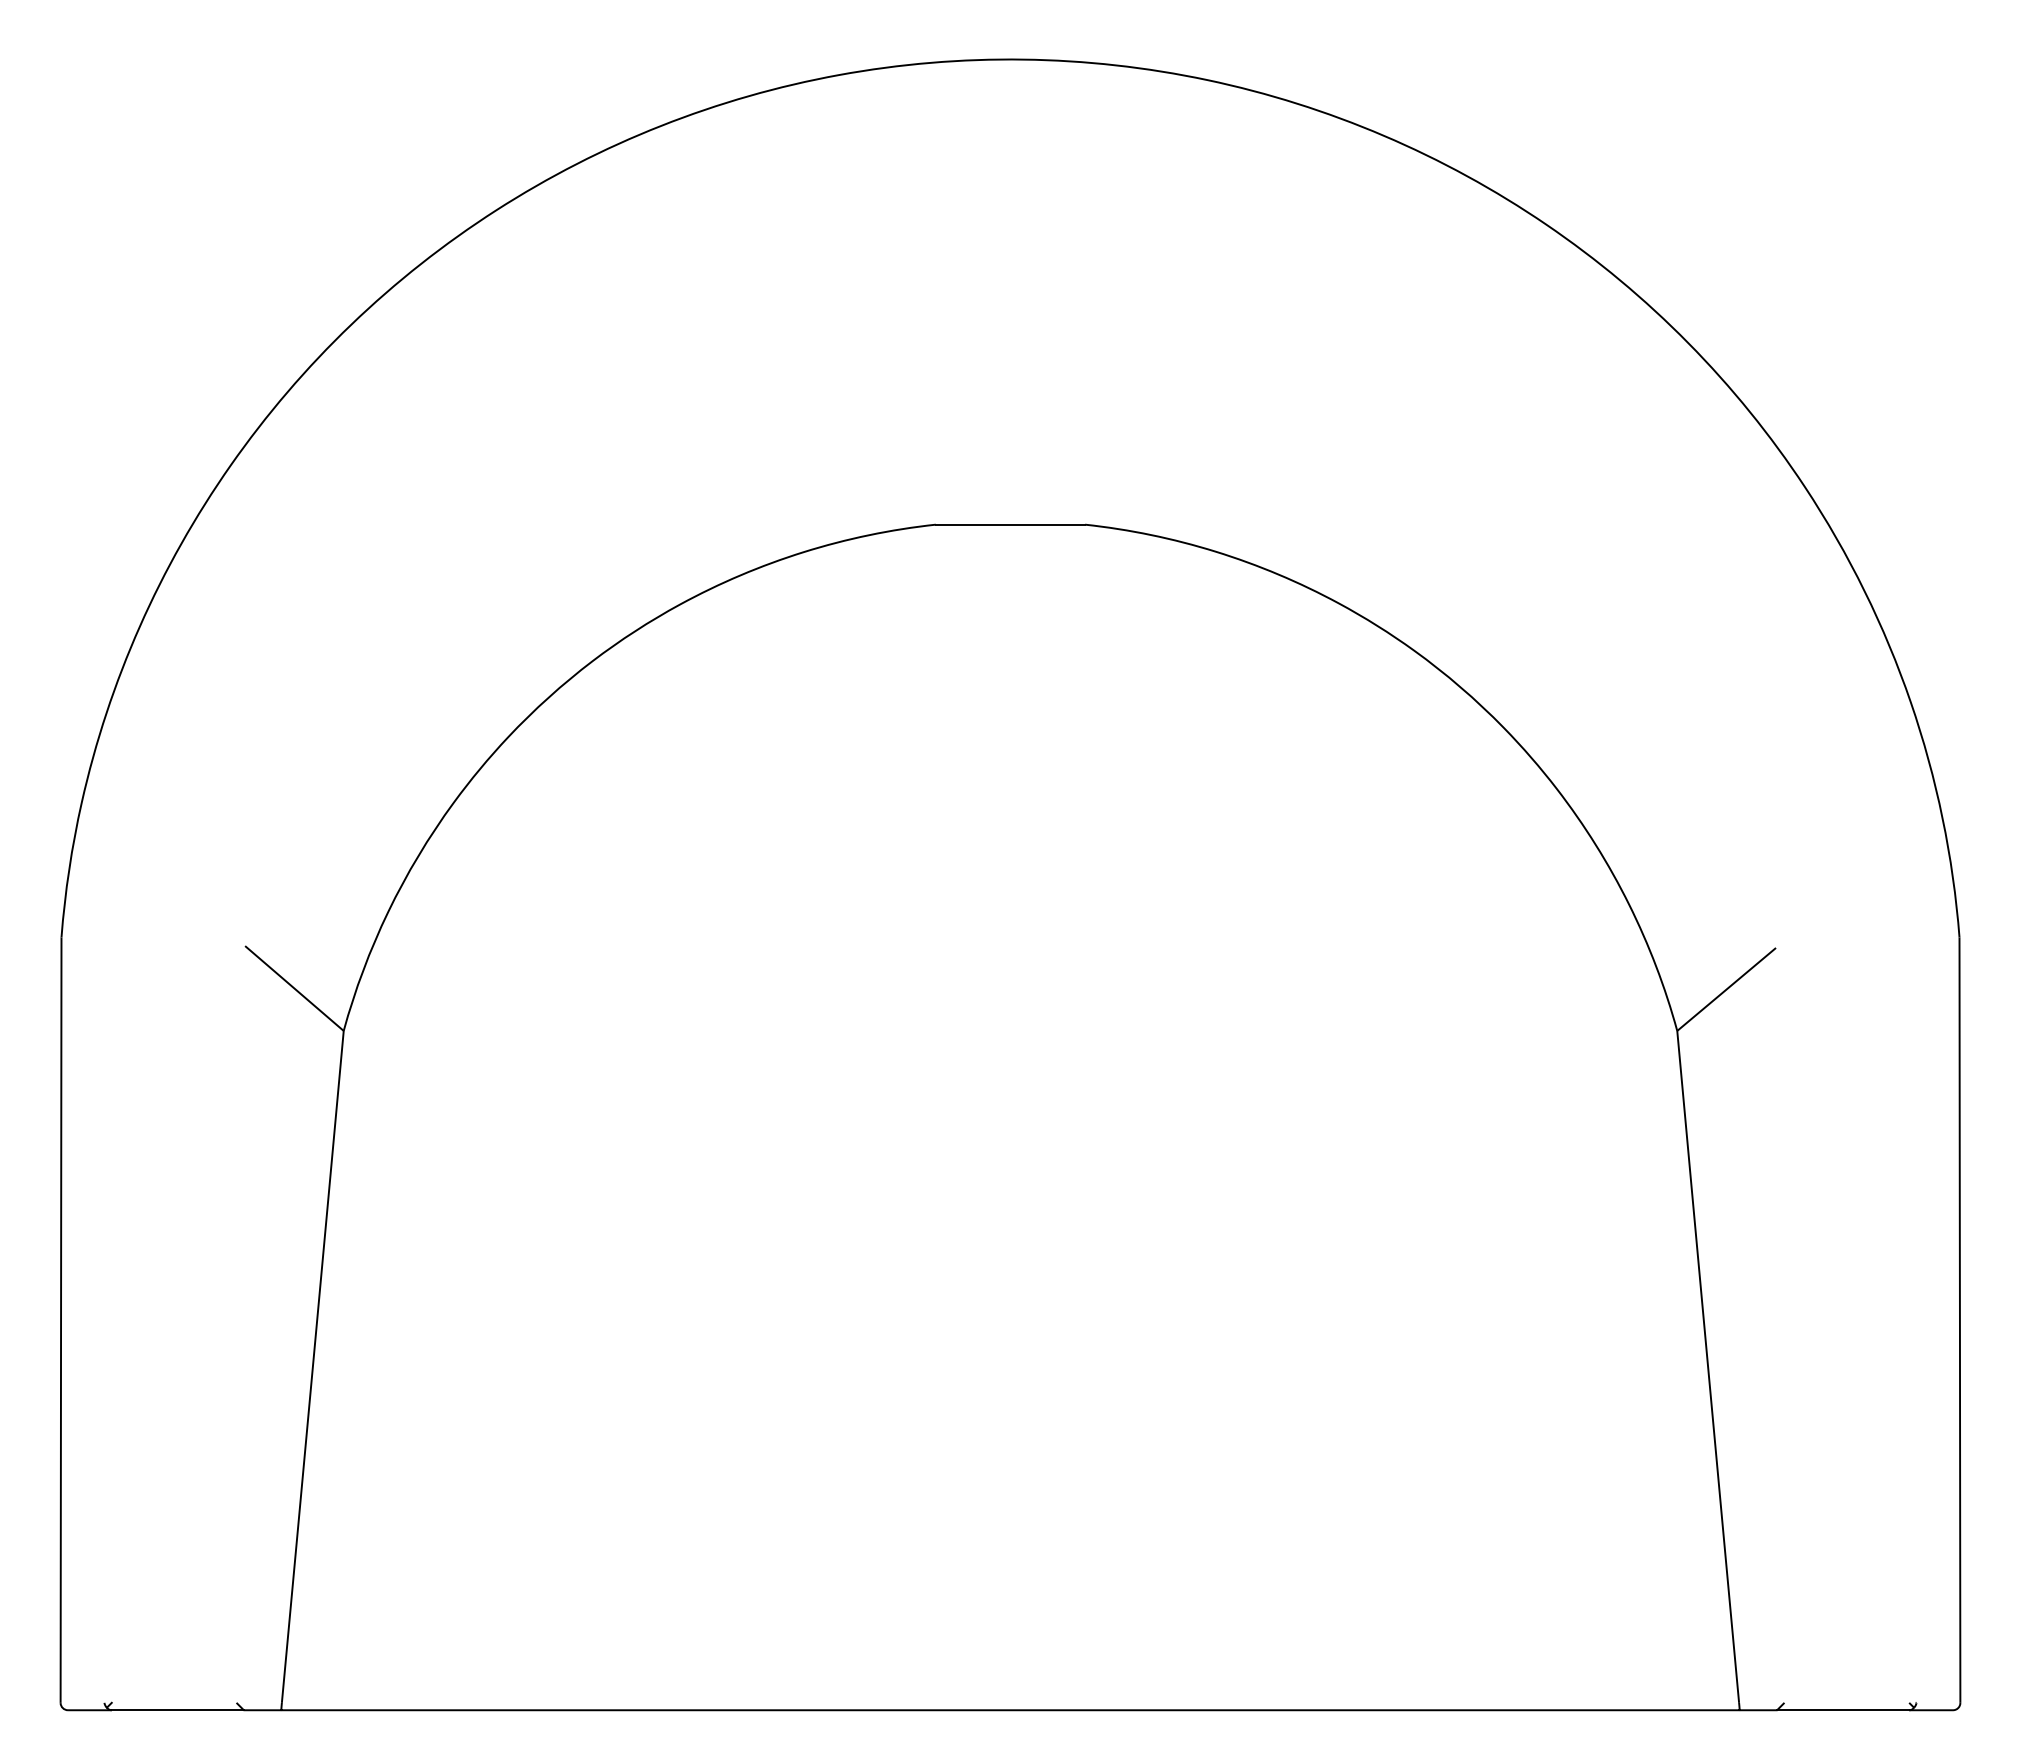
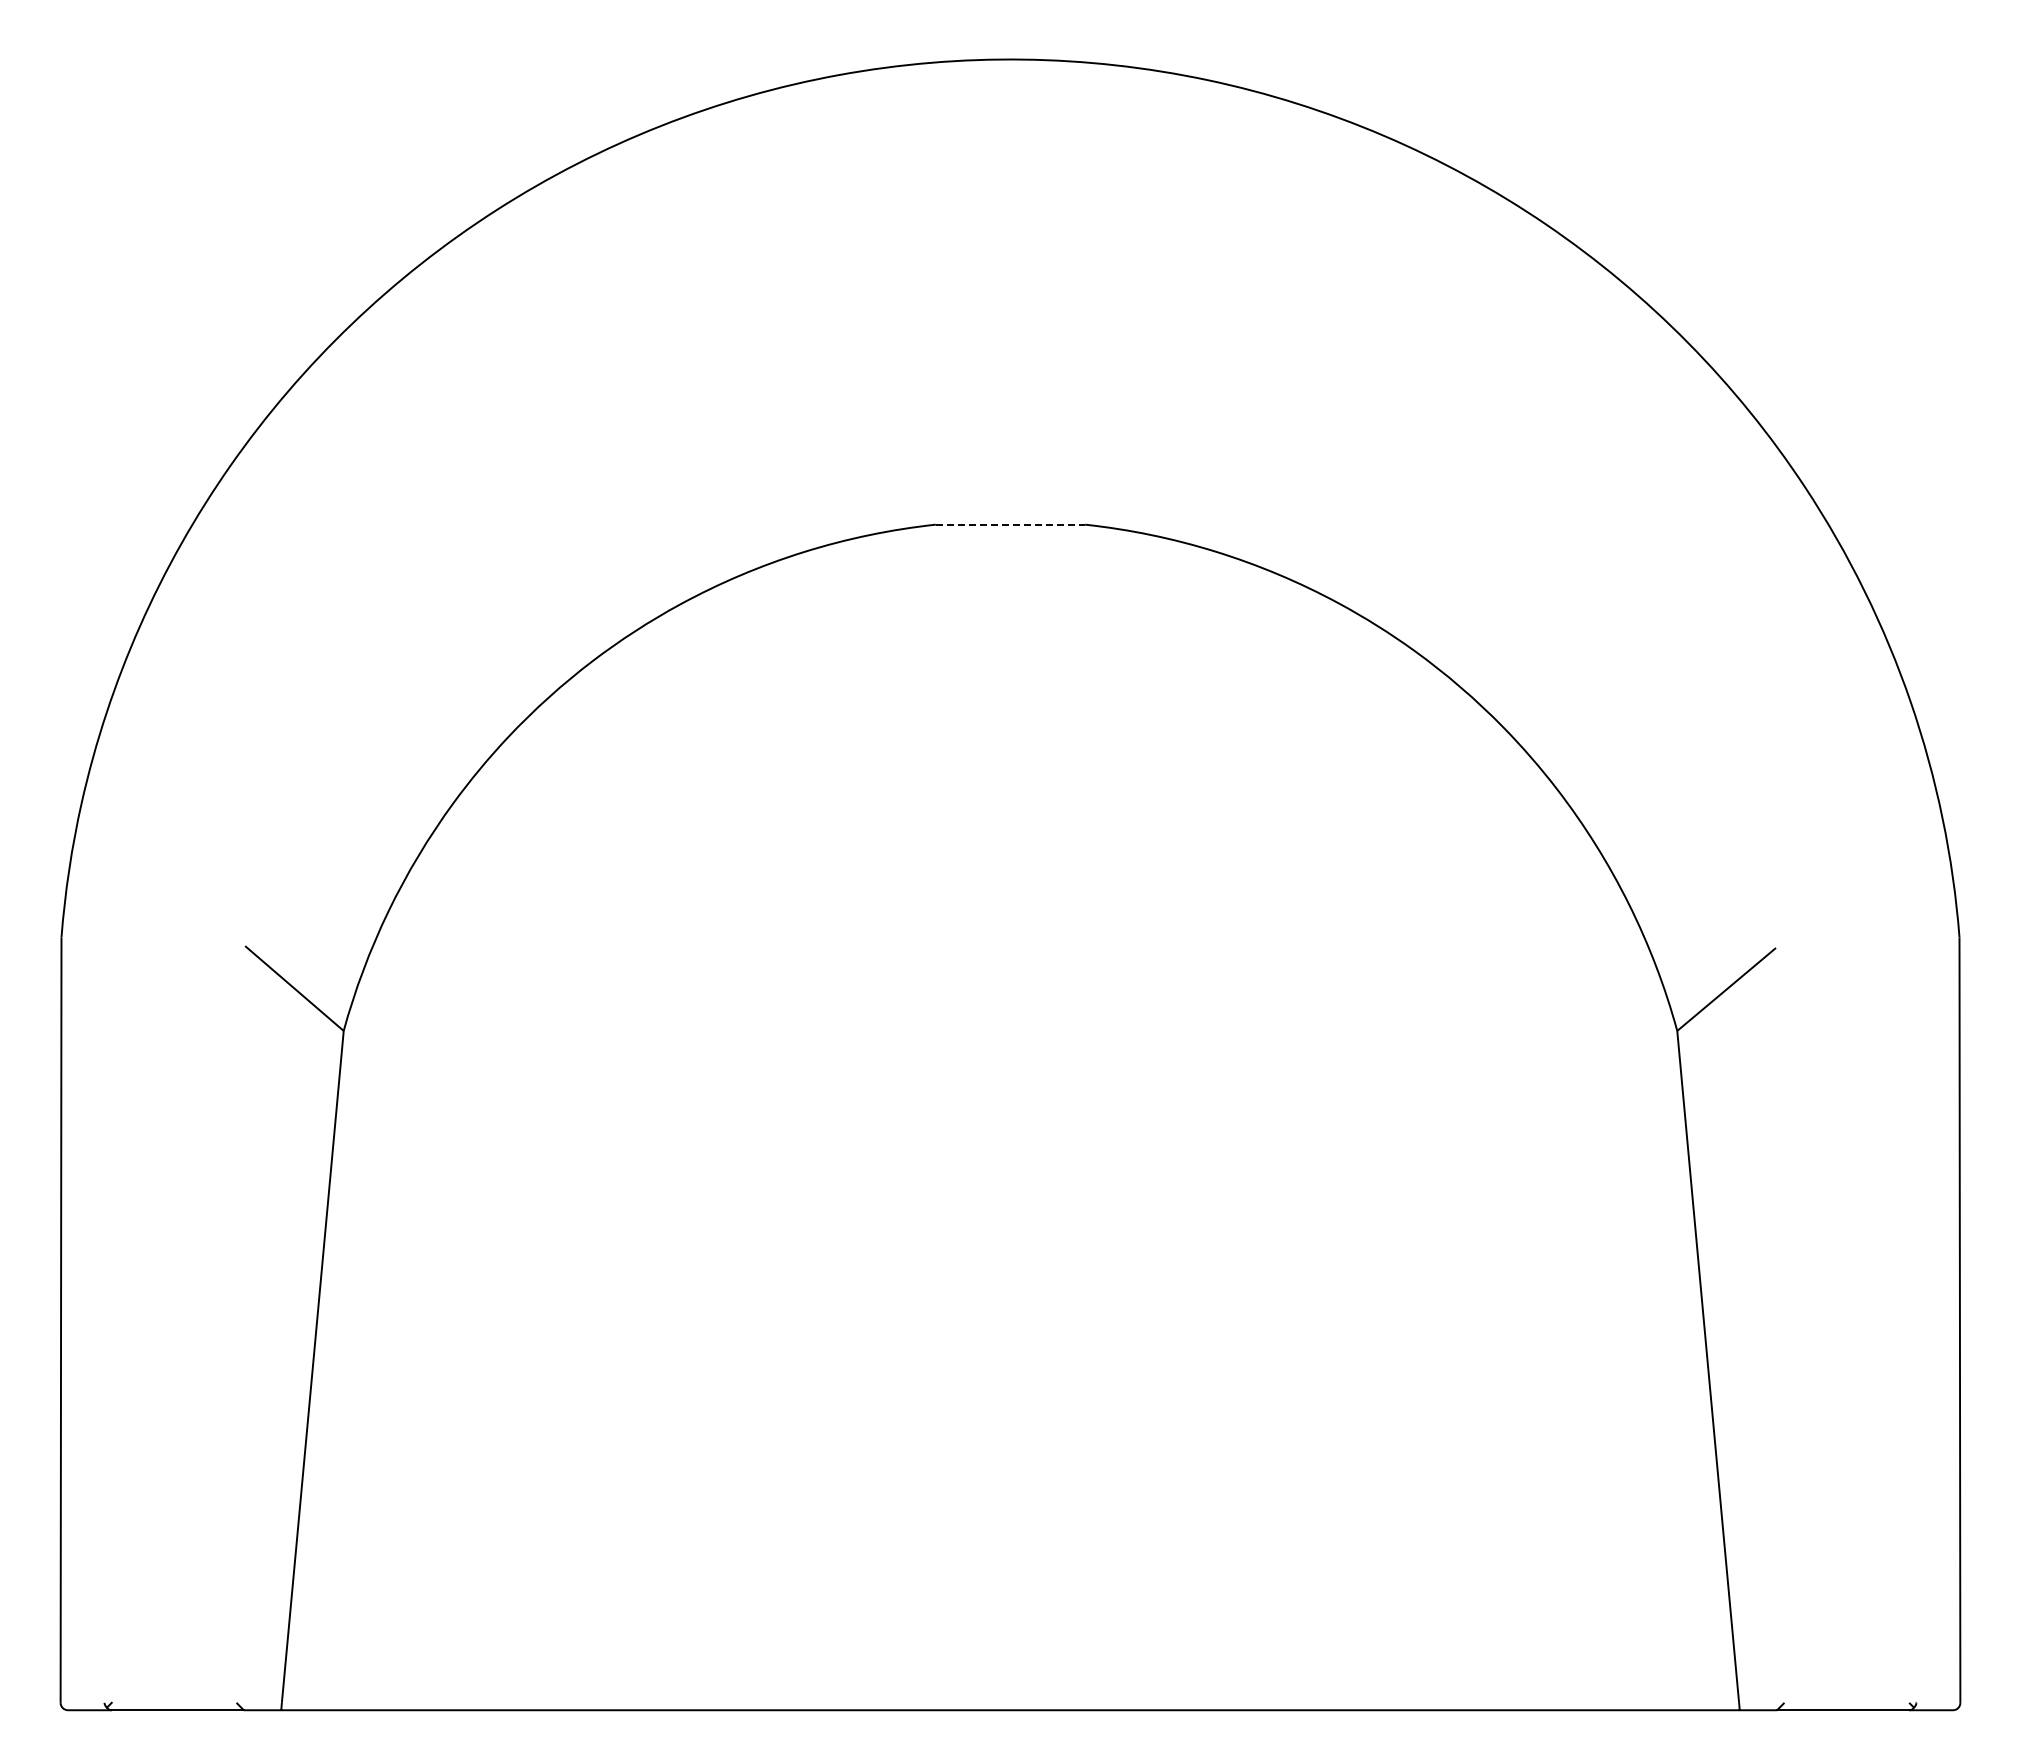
line at (1010, 524): solid -> dashed
